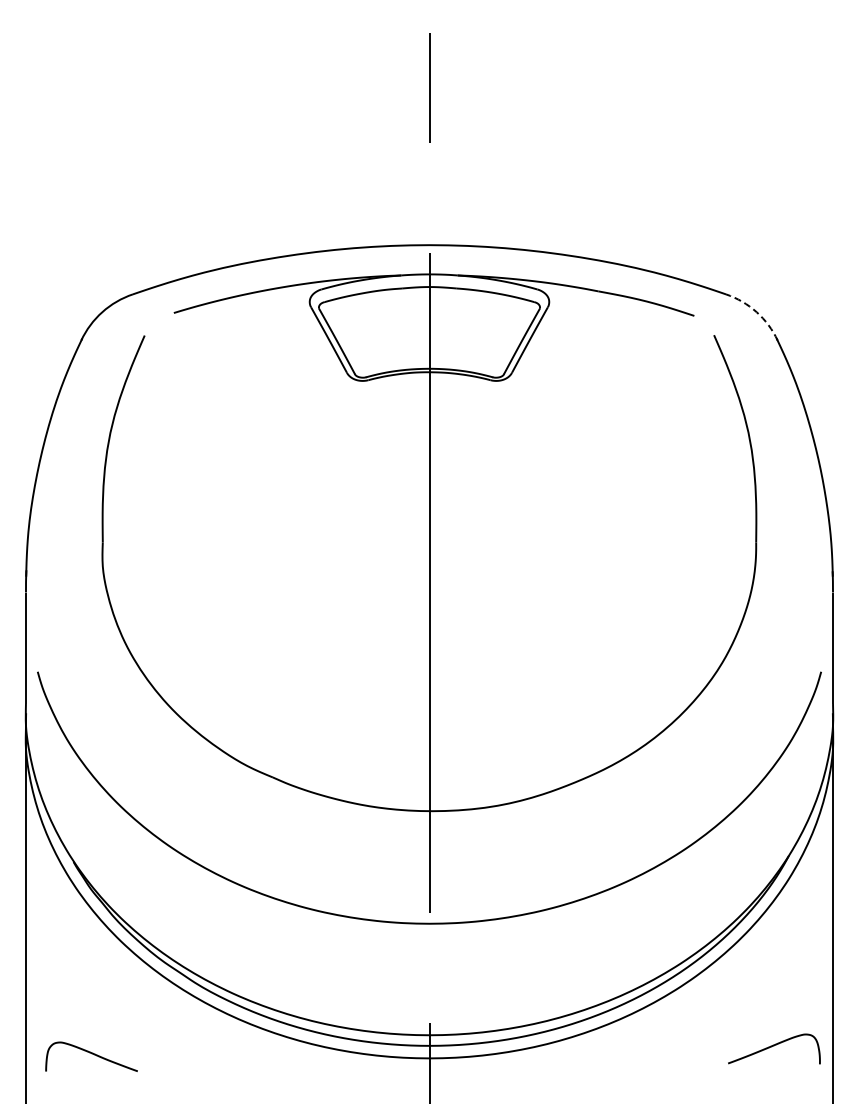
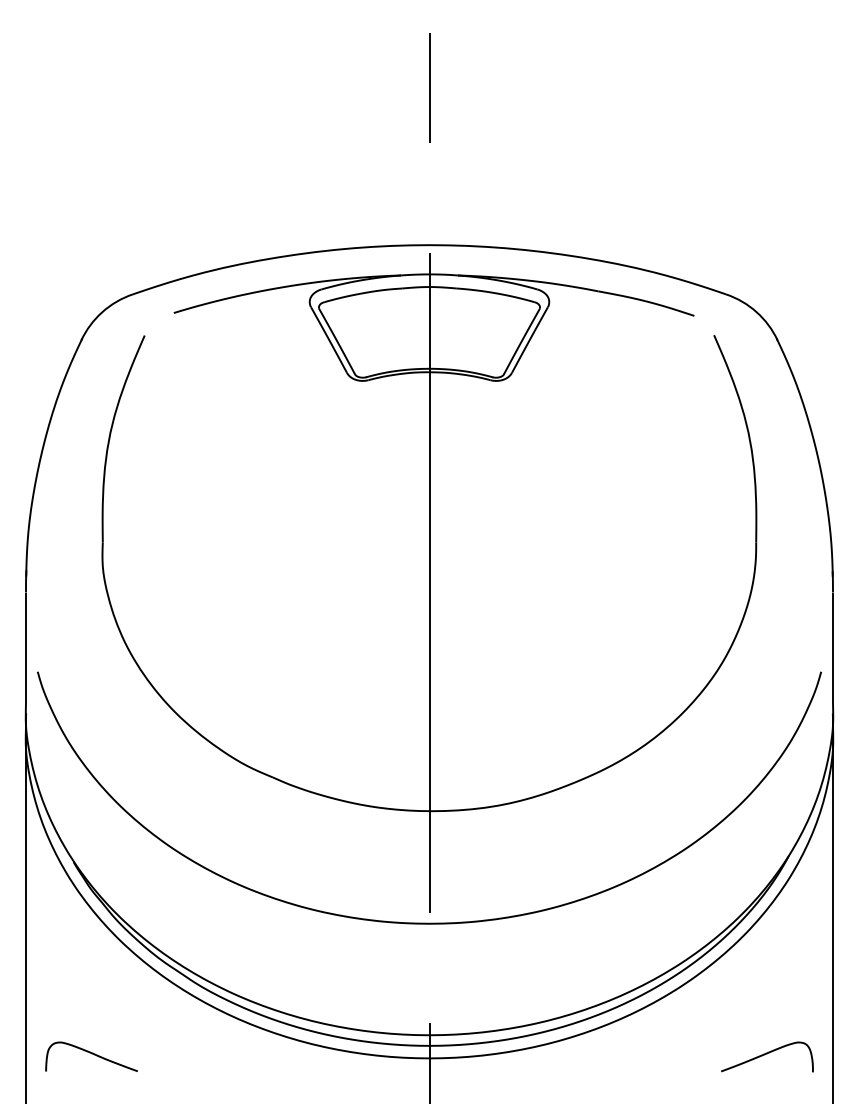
arc at (756, 312): dashed -> solid
curve at (774, 1046) position: (774, 1046) -> (767, 1054)
